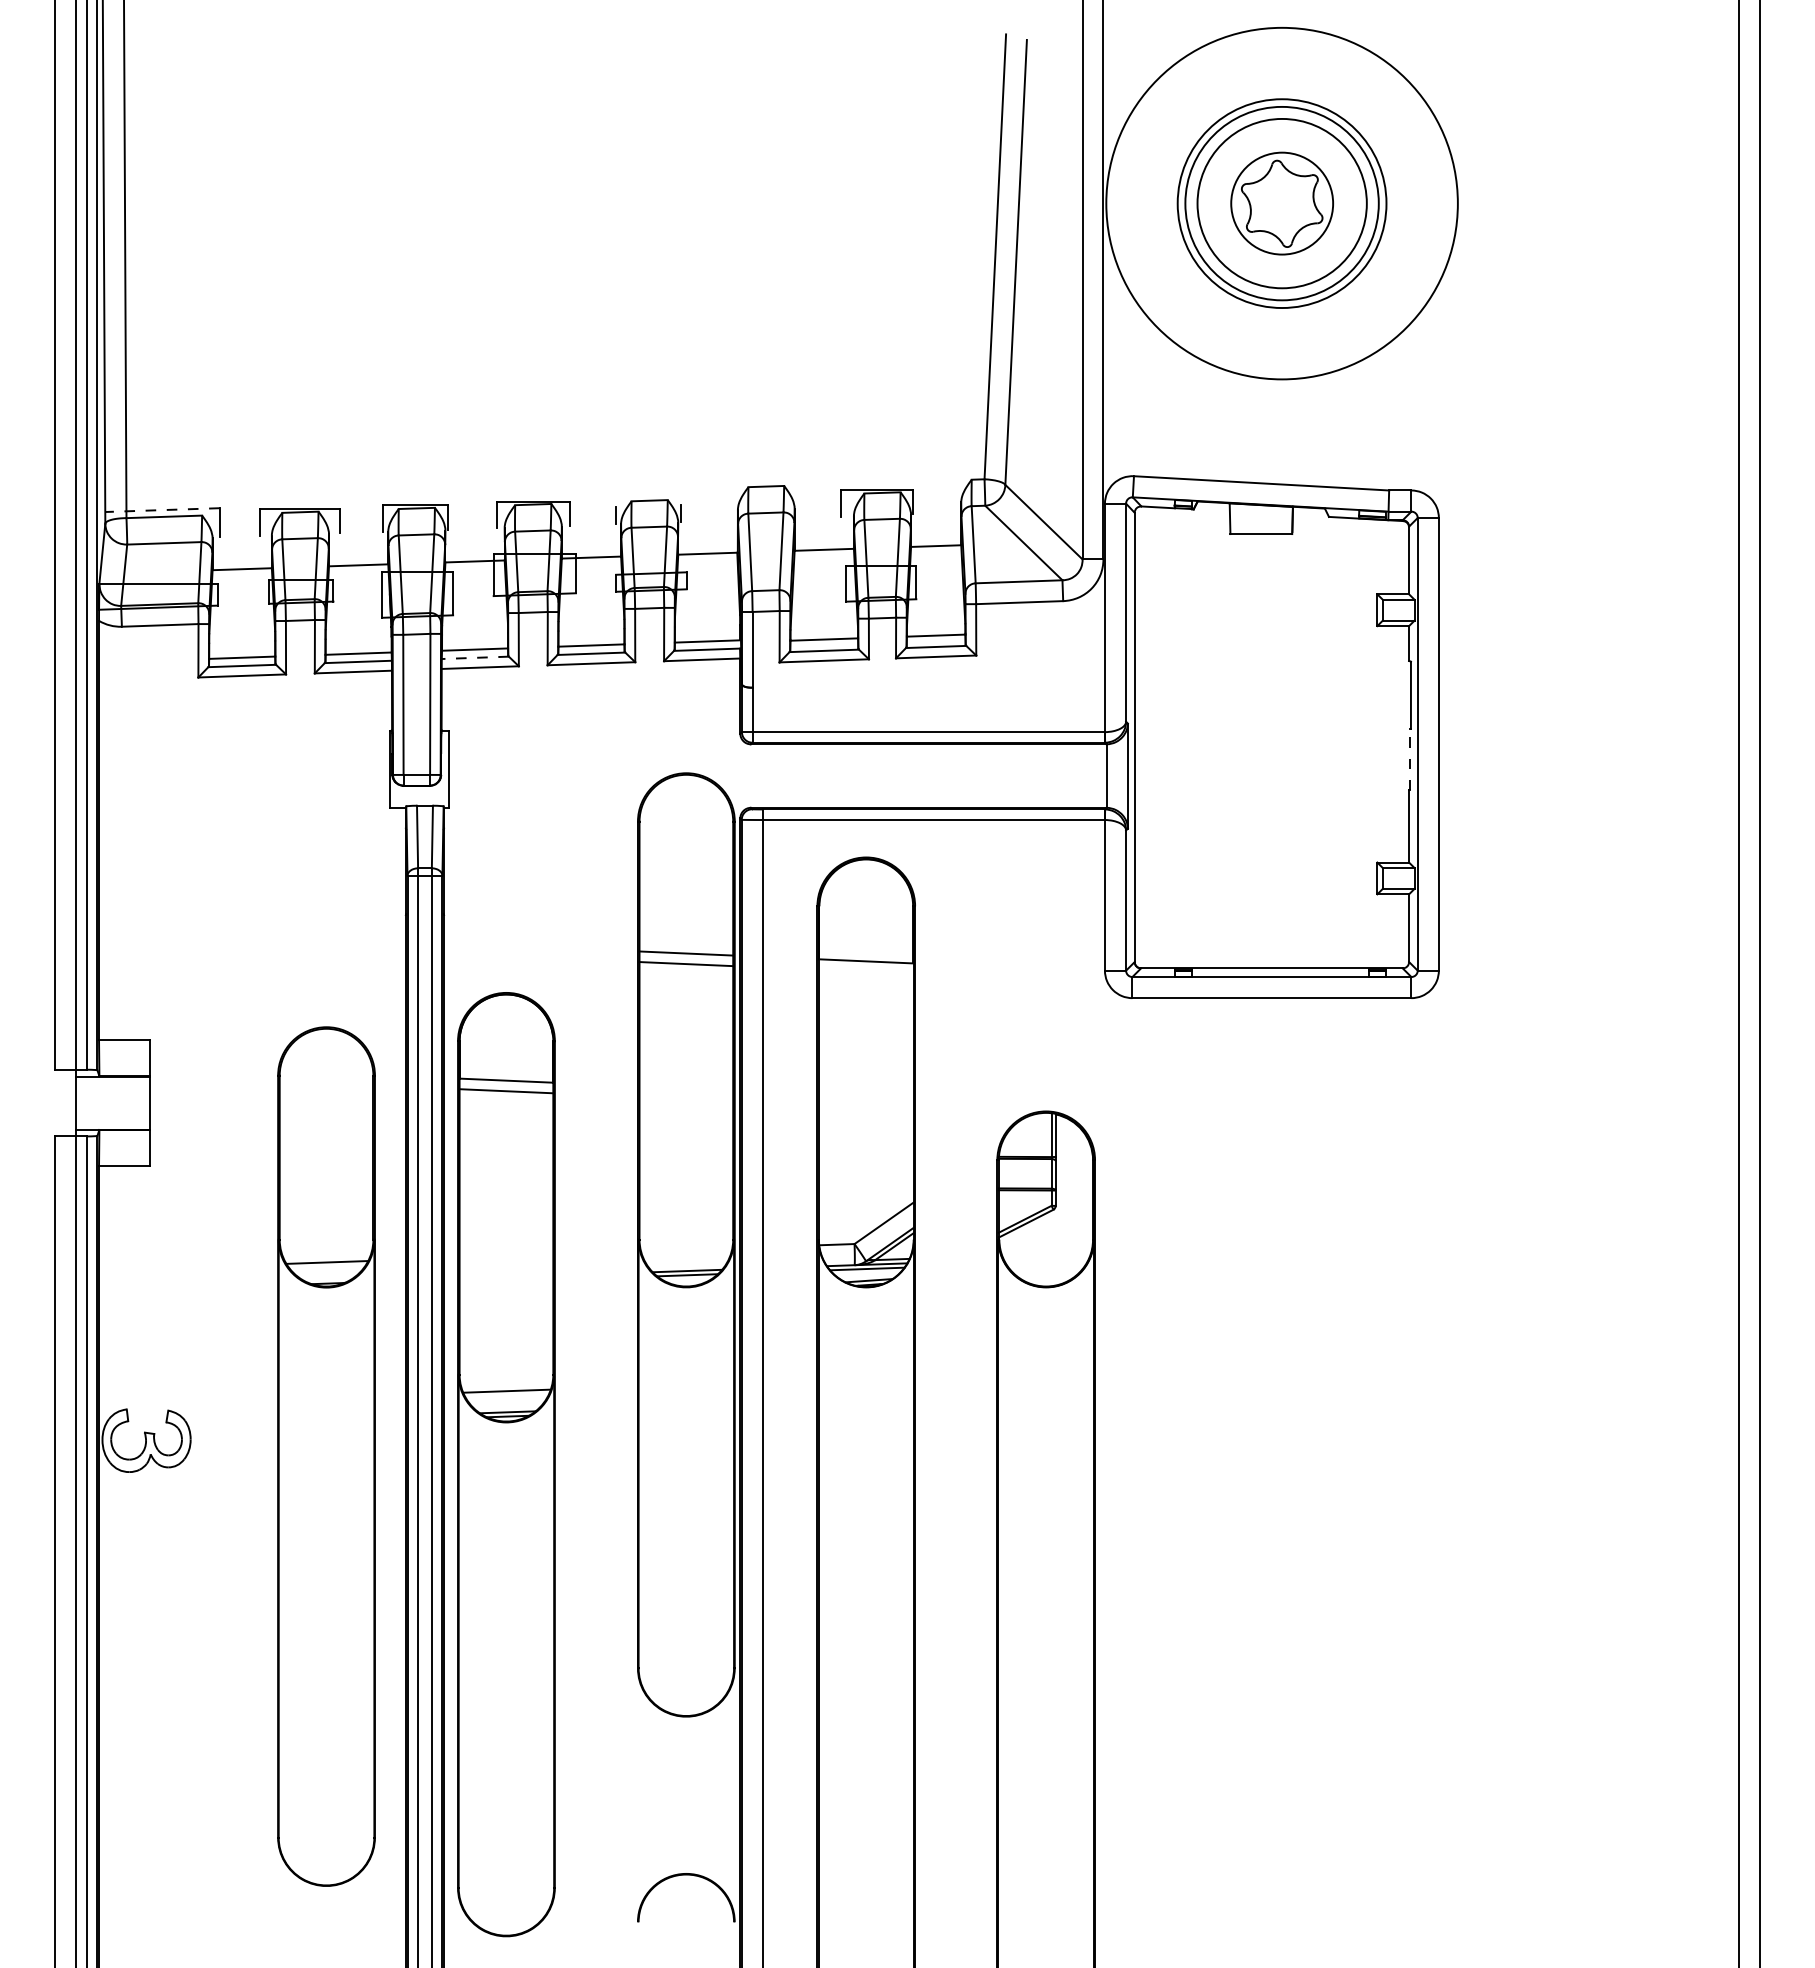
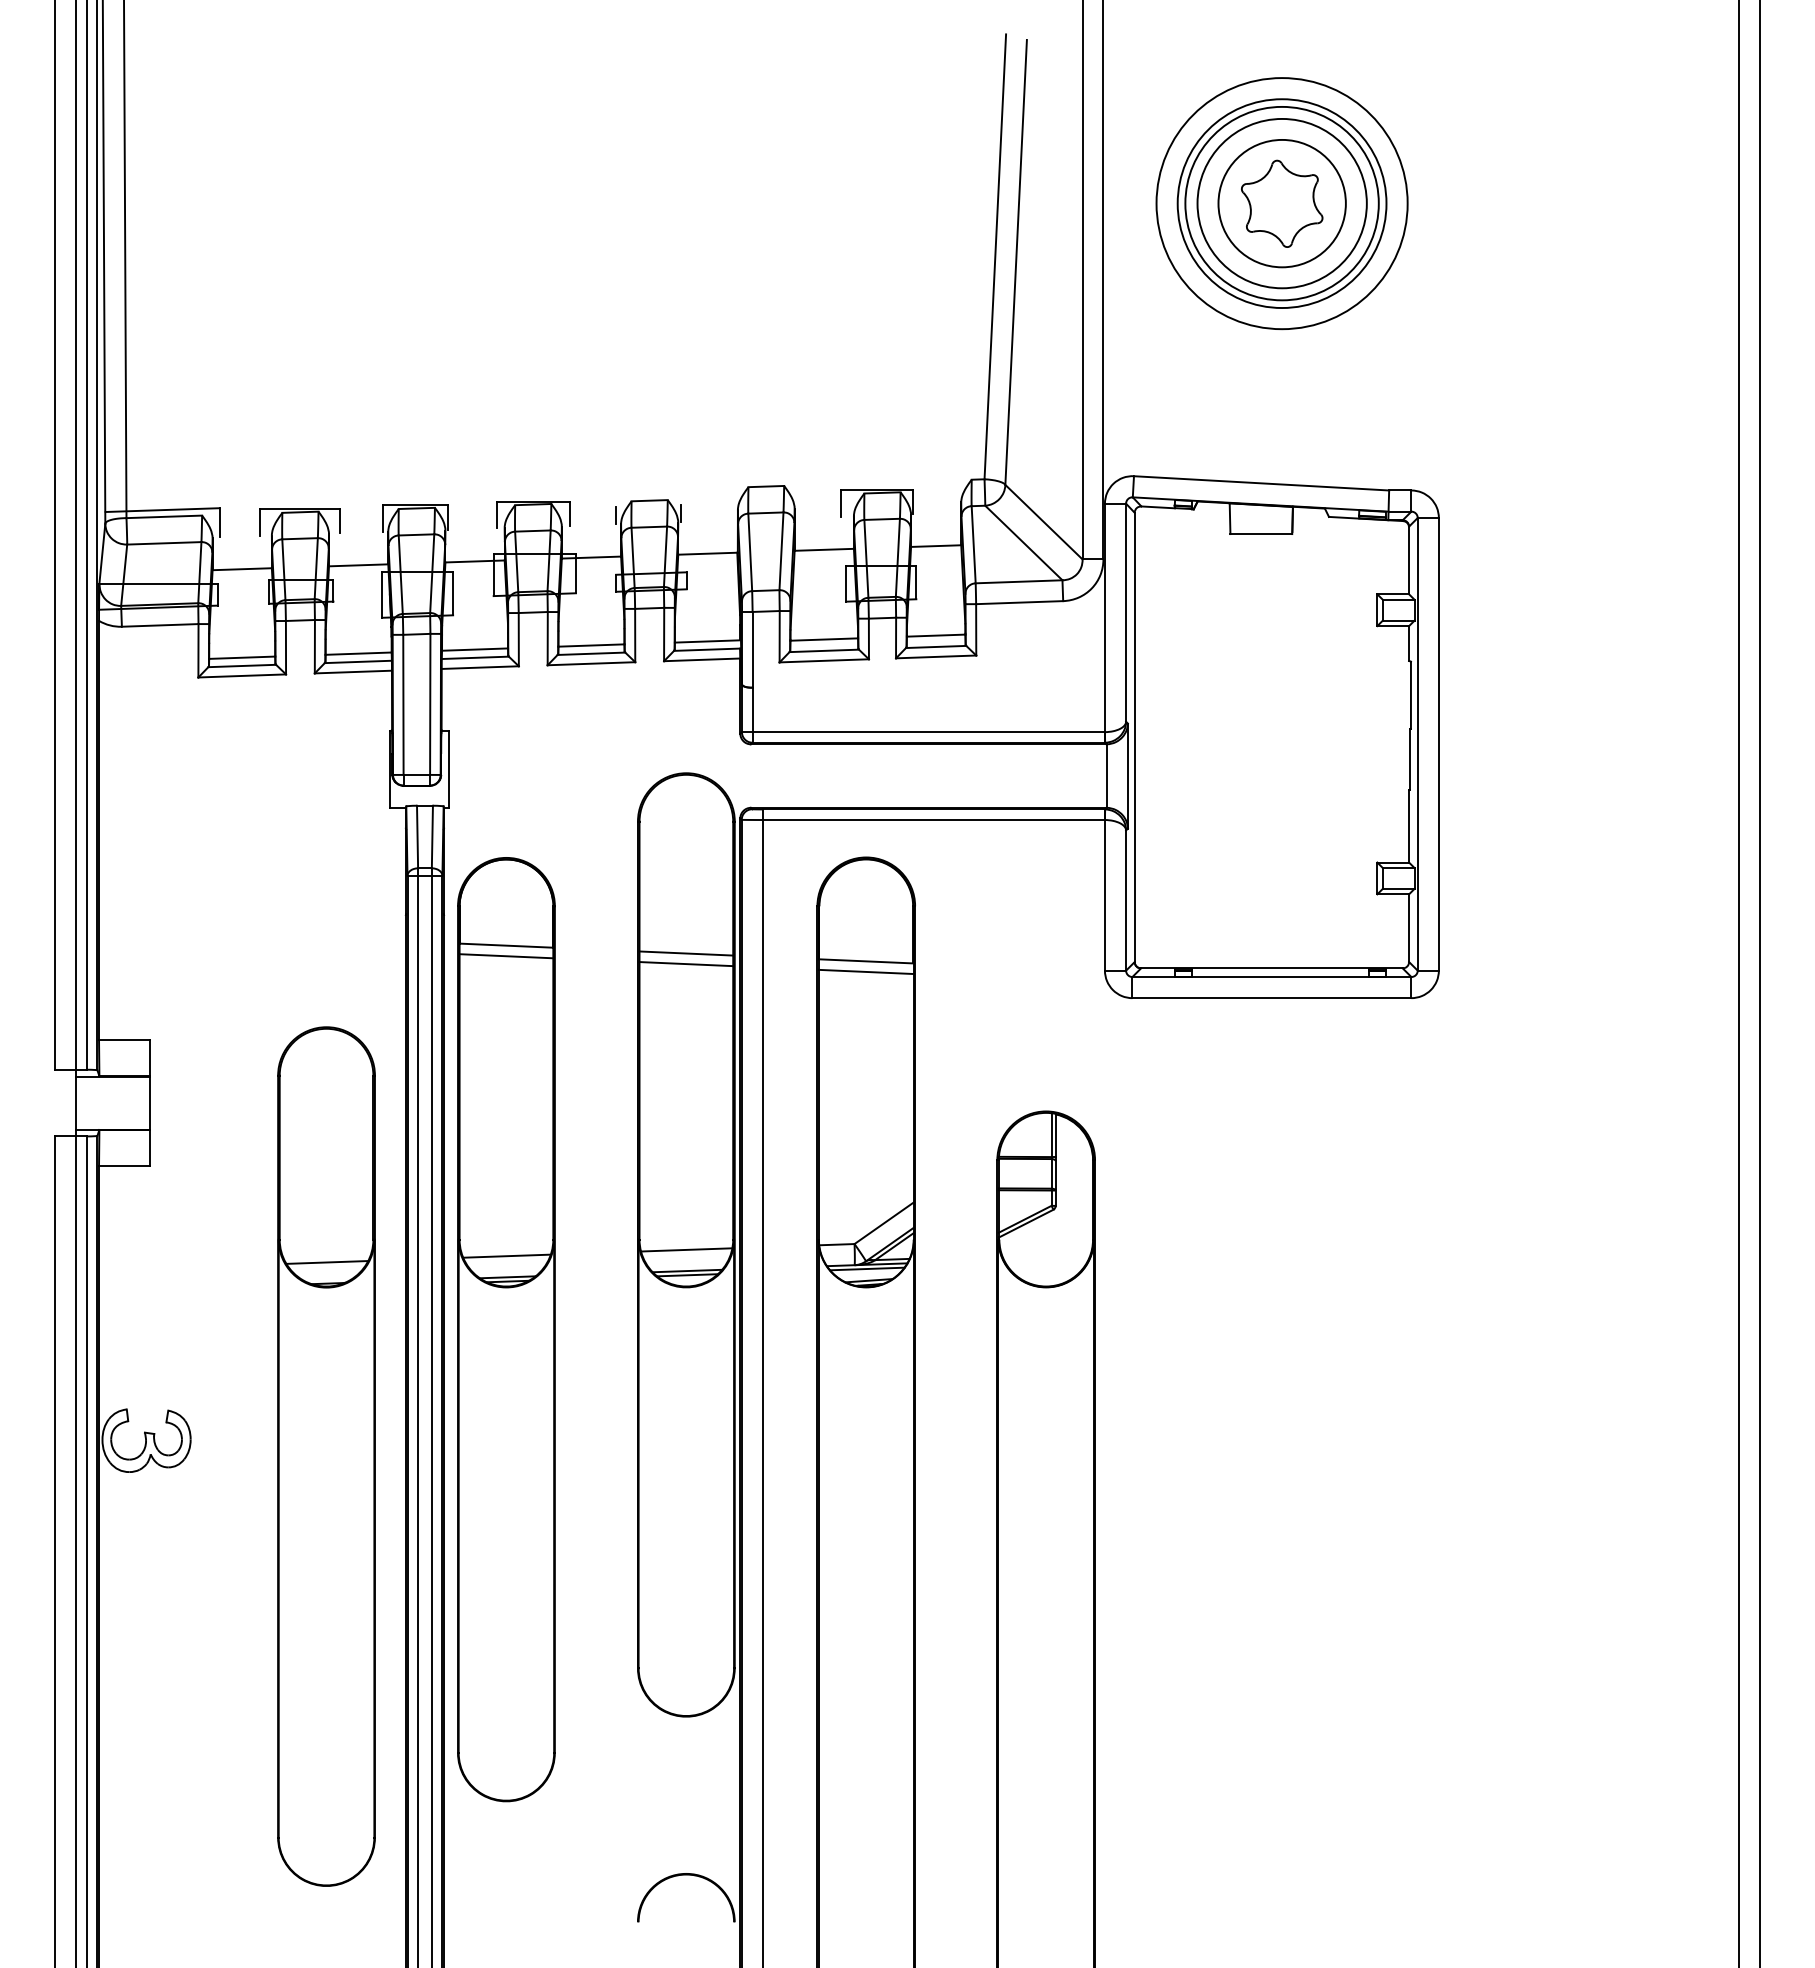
circle at (1281, 203) diameter: 352 px -> 251 px
circle at (1282, 203) diameter: 102 px -> 127 px
line at (162, 510): dashed -> solid
line at (475, 657): dashed -> solid
line at (1409, 759): dashed -> solid
line at (865, 971): none -> present
line at (686, 1249): none -> present
part at (506, 1464) position: (506, 1464) -> (506, 1329)
